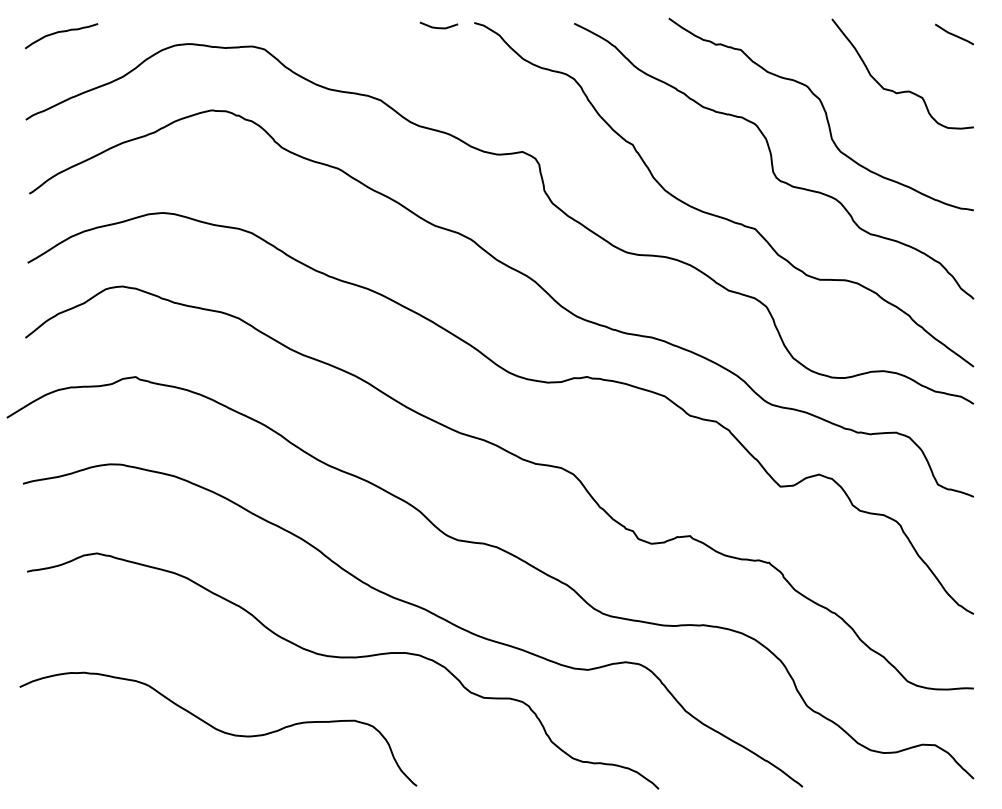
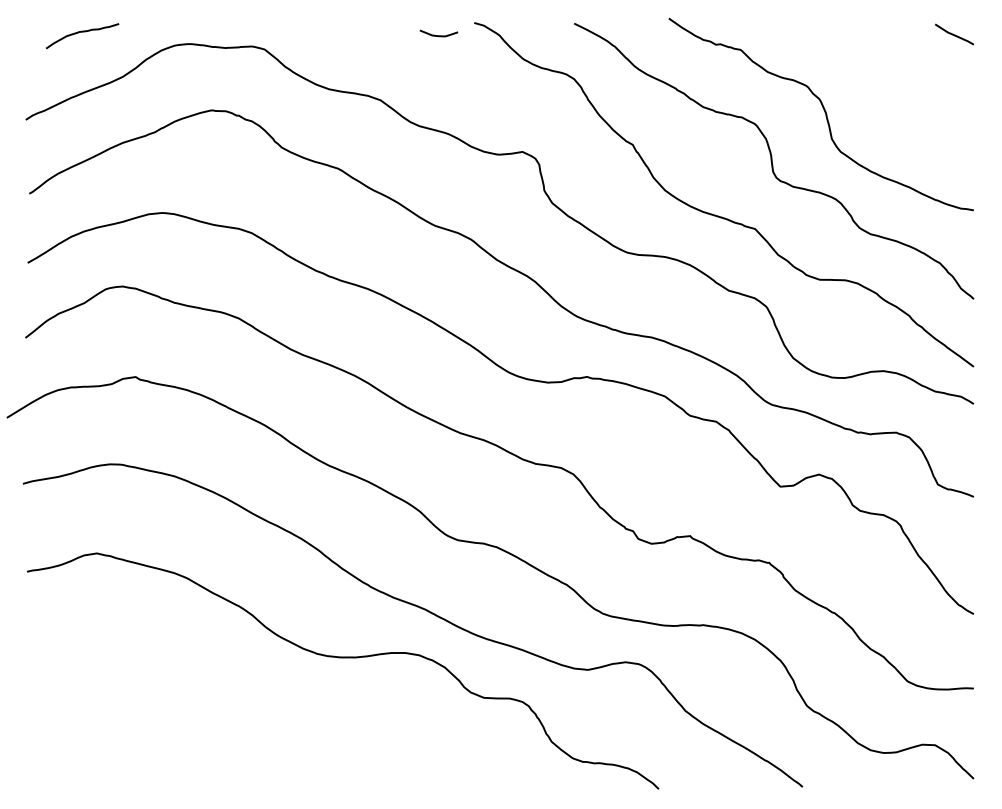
curve at (438, 27) position: (438, 27) -> (438, 35)
curve at (61, 32) position: (61, 32) -> (82, 32)
curve at (905, 90): present -> none
curve at (217, 728): present -> none
